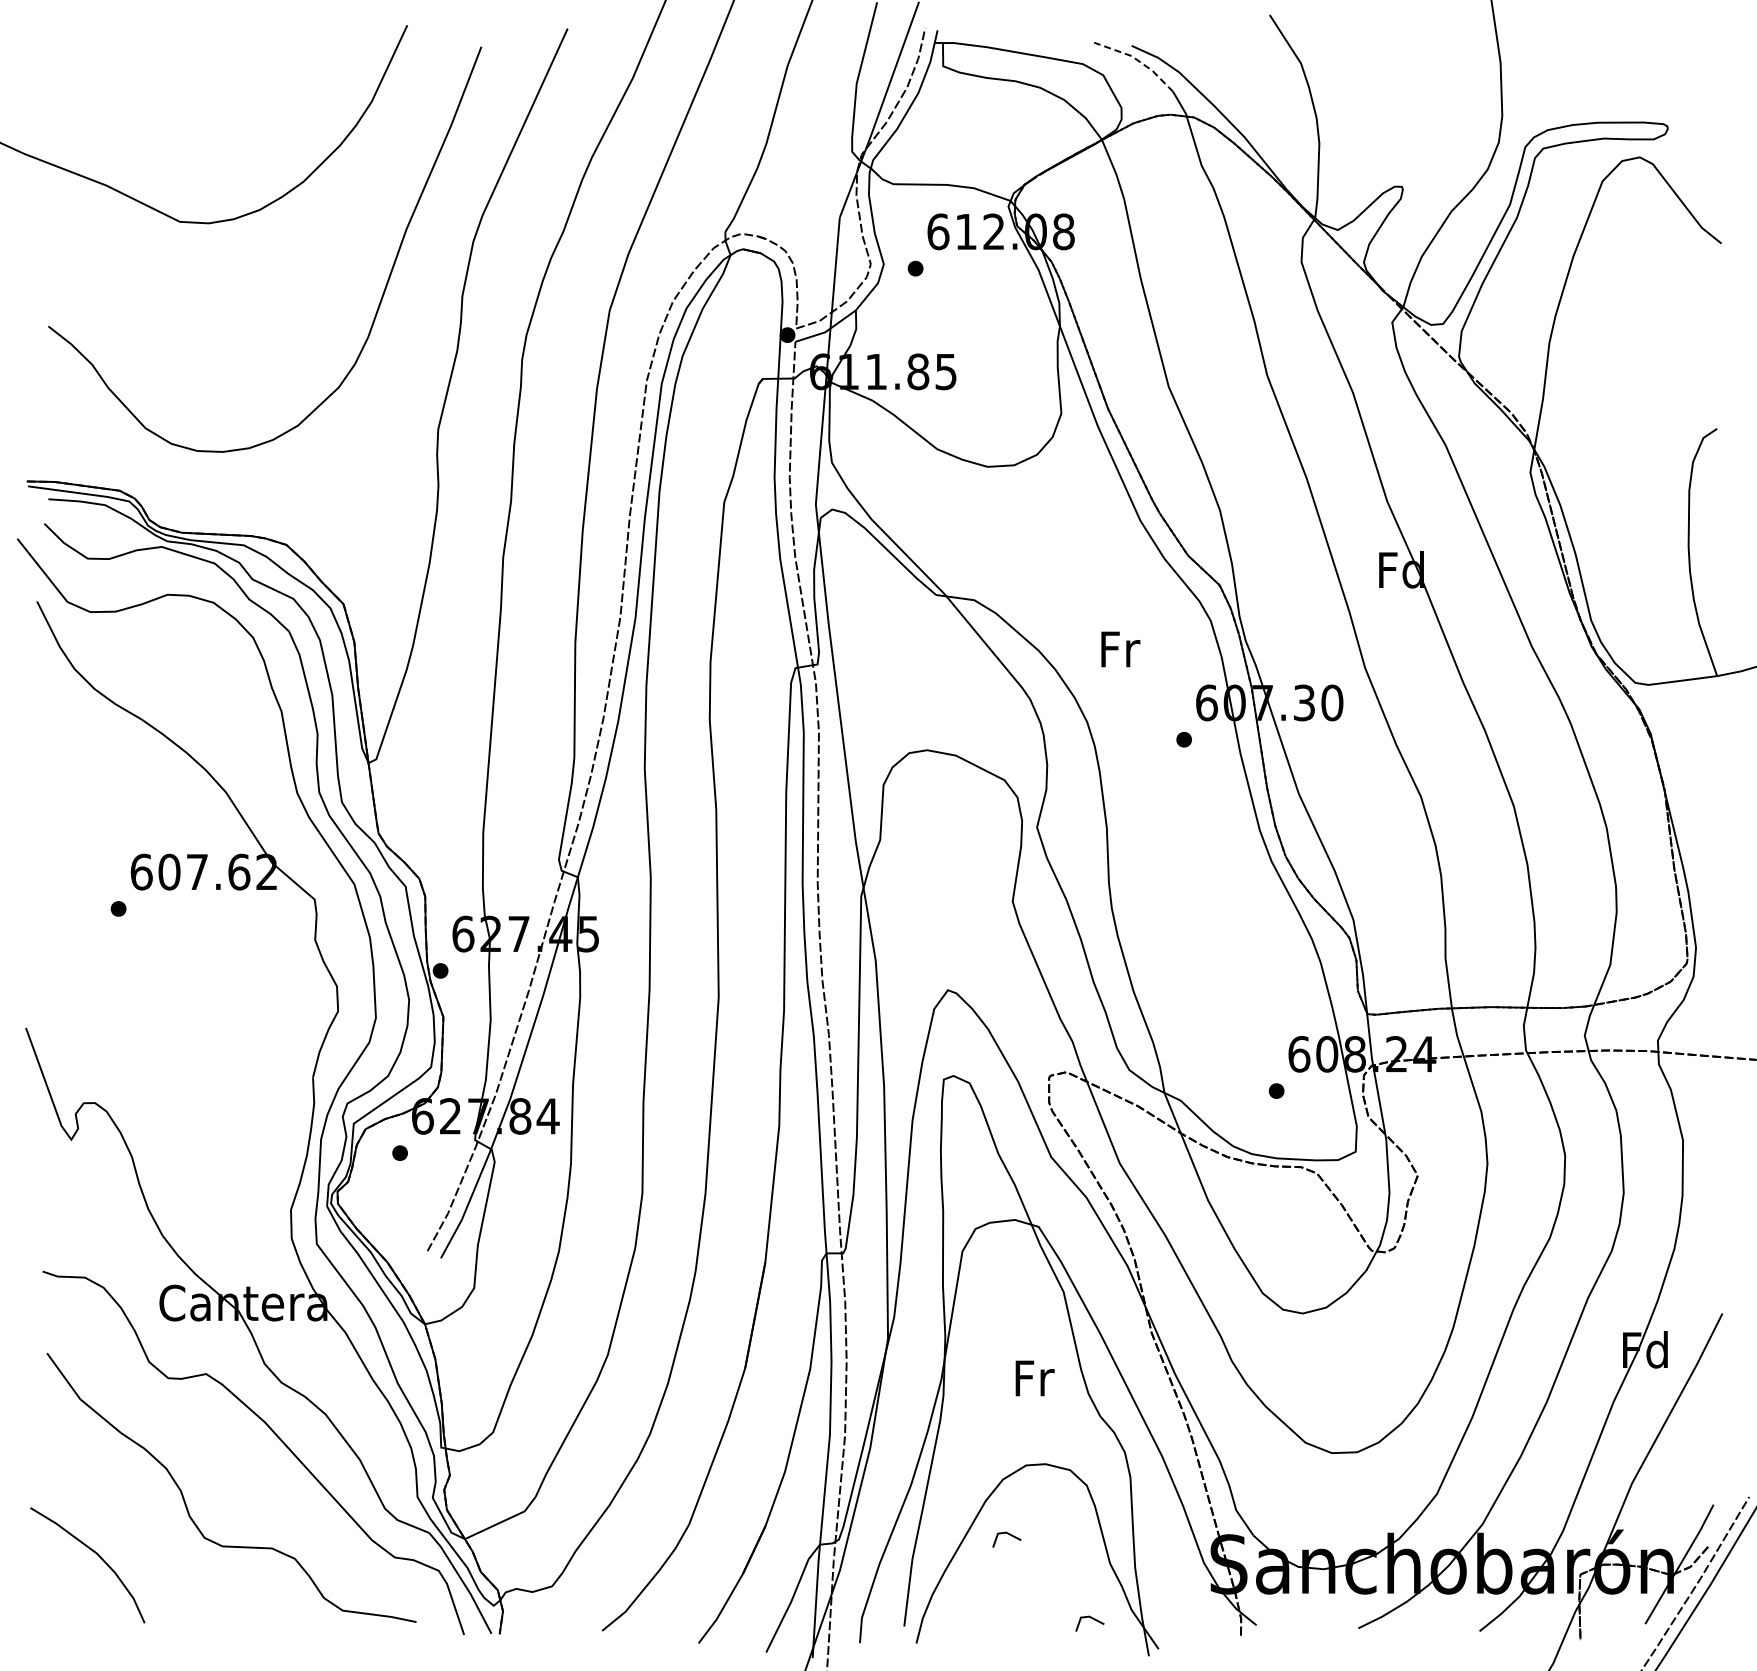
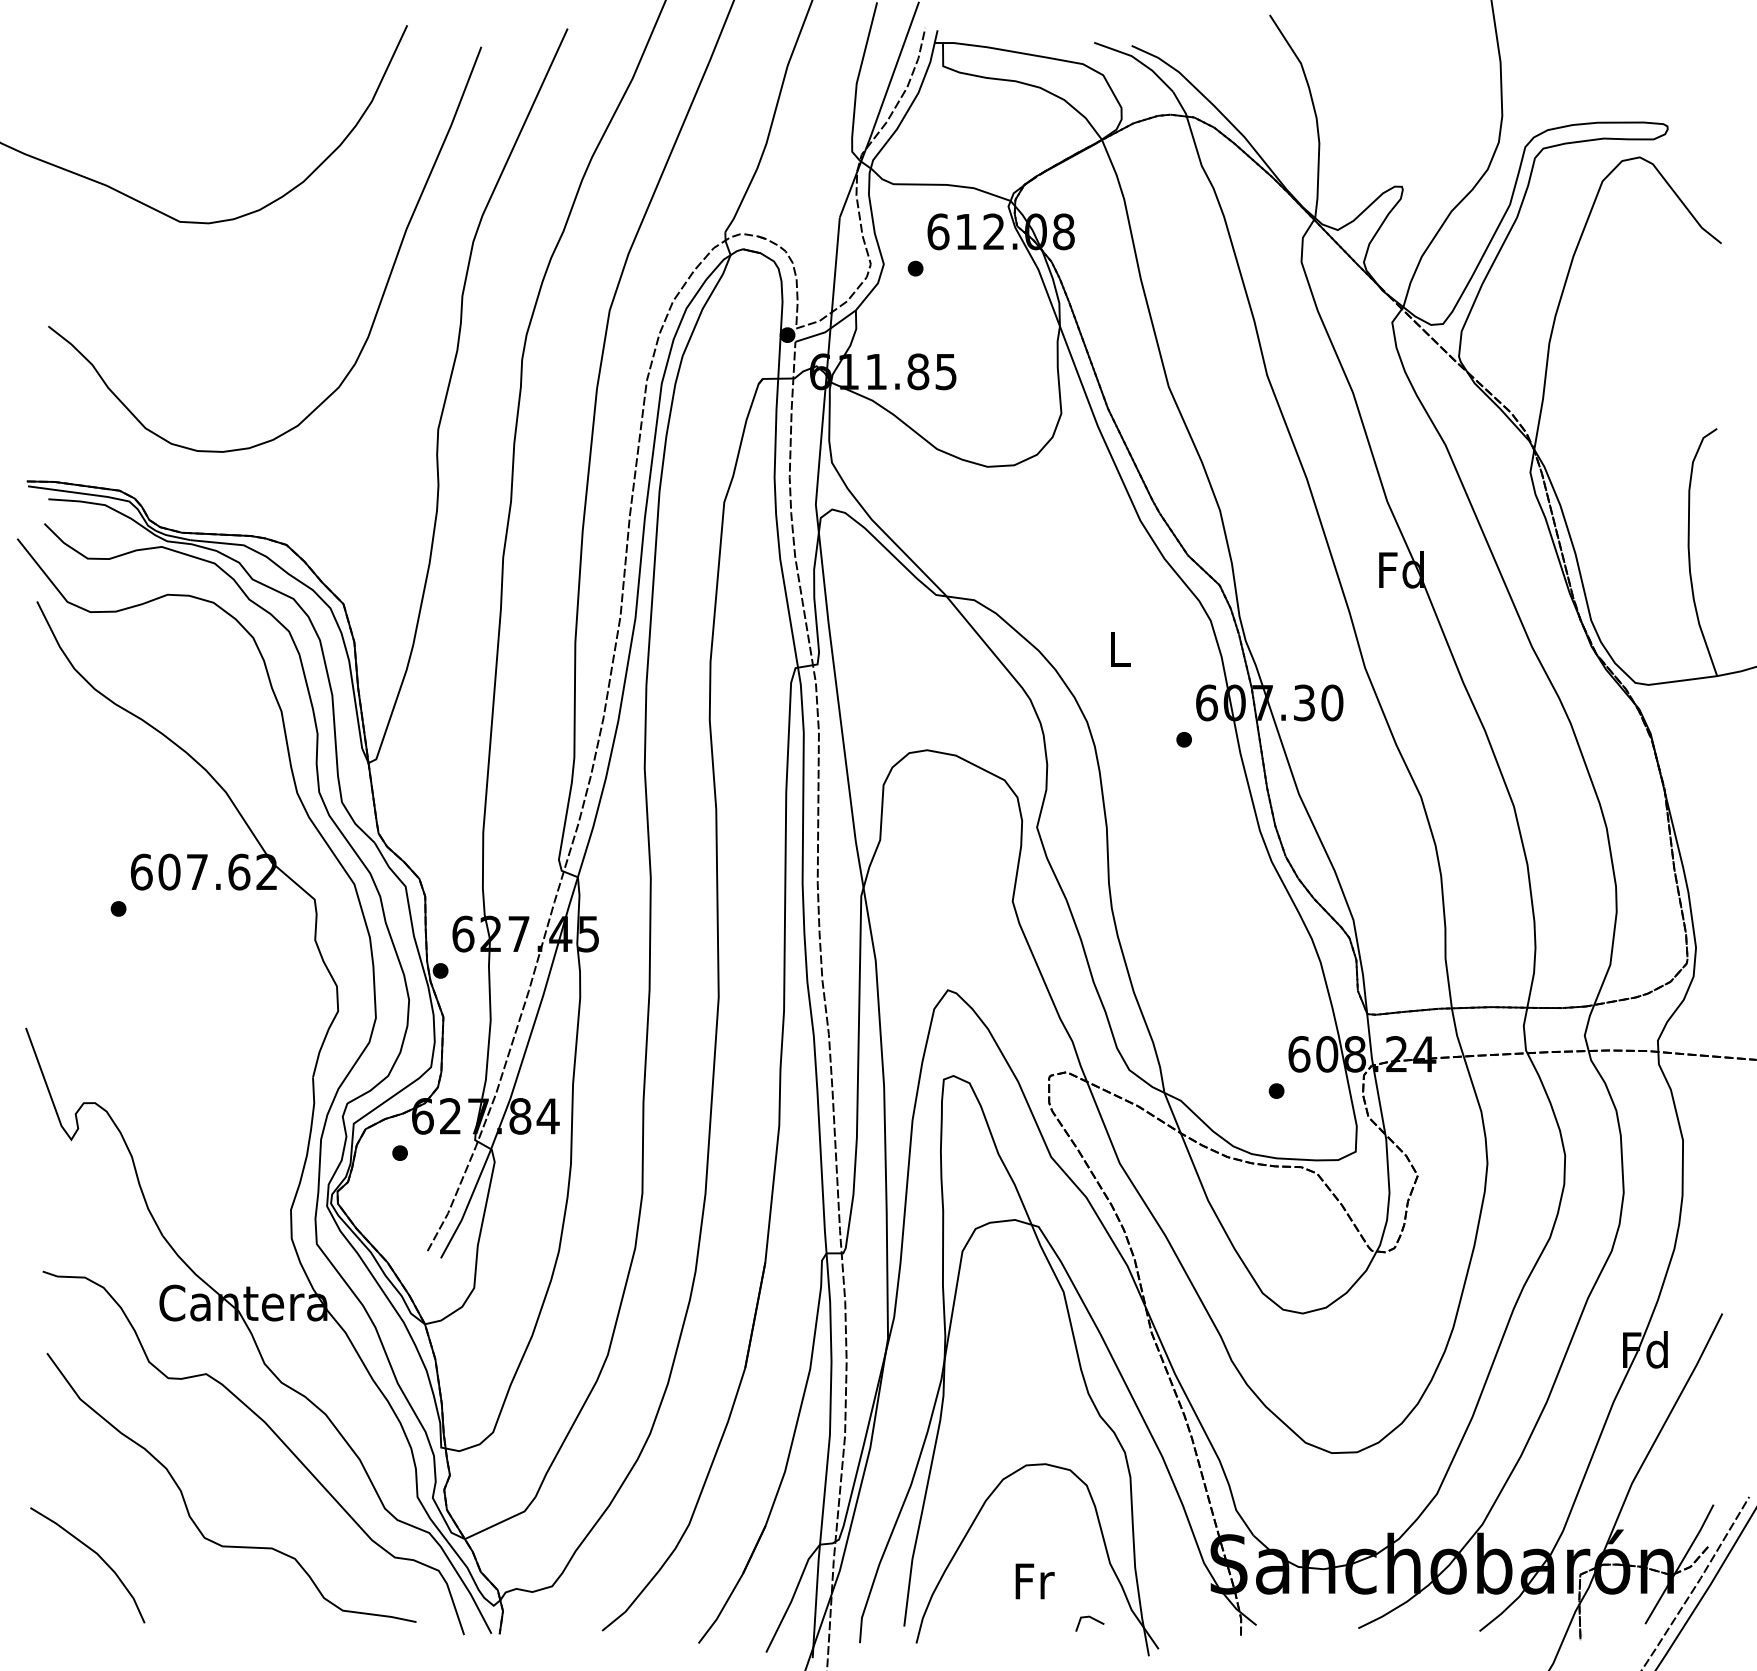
line at (1138, 60): dashed -> solid
text at (1120, 649): Fr -> L
text at (1034, 1378) position: (1034, 1378) -> (1034, 1581)
line at (1009, 1535): present -> none
